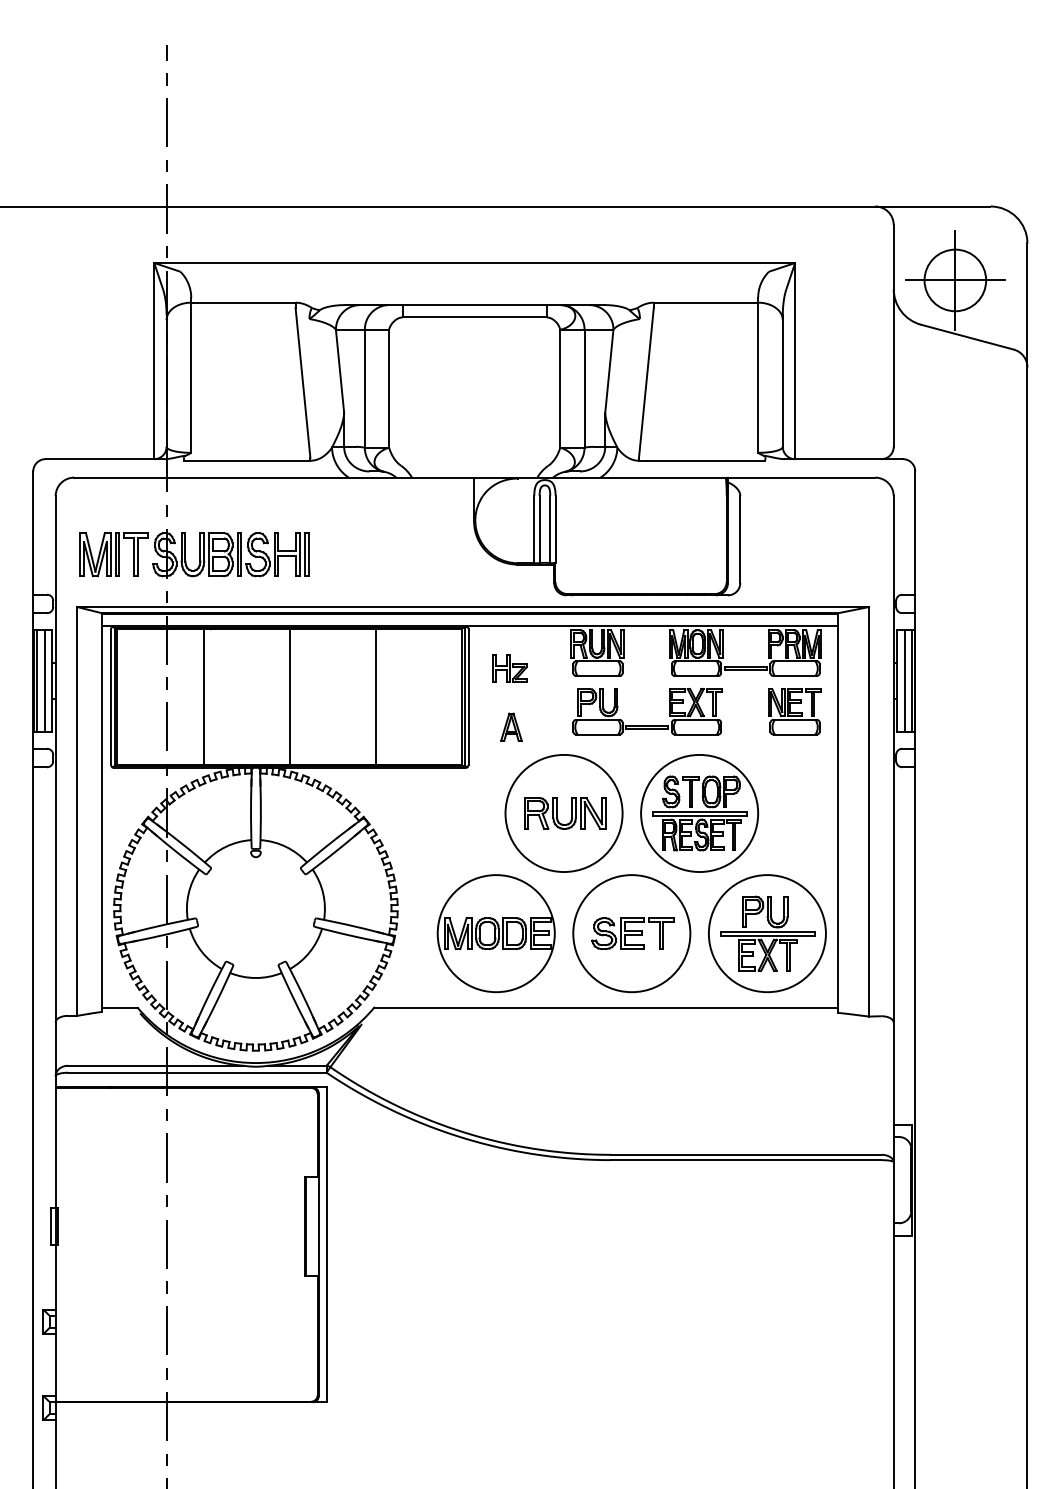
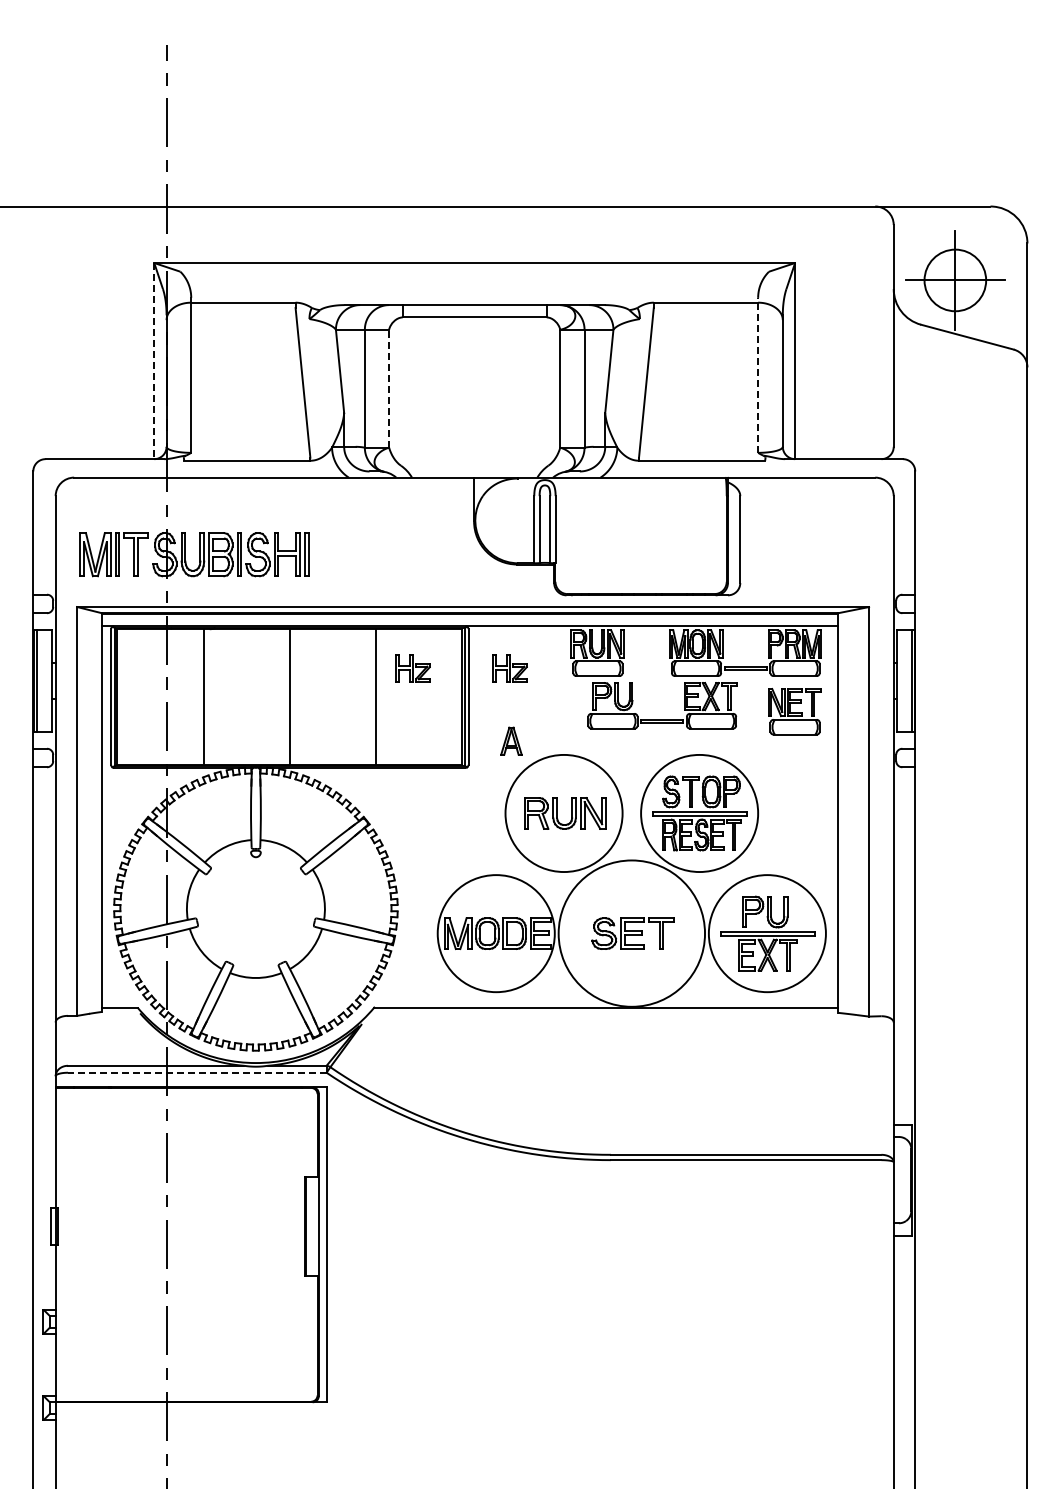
line at (154, 361): solid -> dashed
line at (758, 374): solid -> dashed
line at (389, 388): solid -> dashed
part at (412, 668): none -> present
line at (44, 680): present -> none
line at (904, 680): present -> none
part at (647, 725) position: (647, 725) -> (662, 719)
part at (511, 726) position: (511, 726) -> (511, 740)
circle at (631, 933) diameter: 117 px -> 146 px
line at (196, 1072): solid -> dashed
